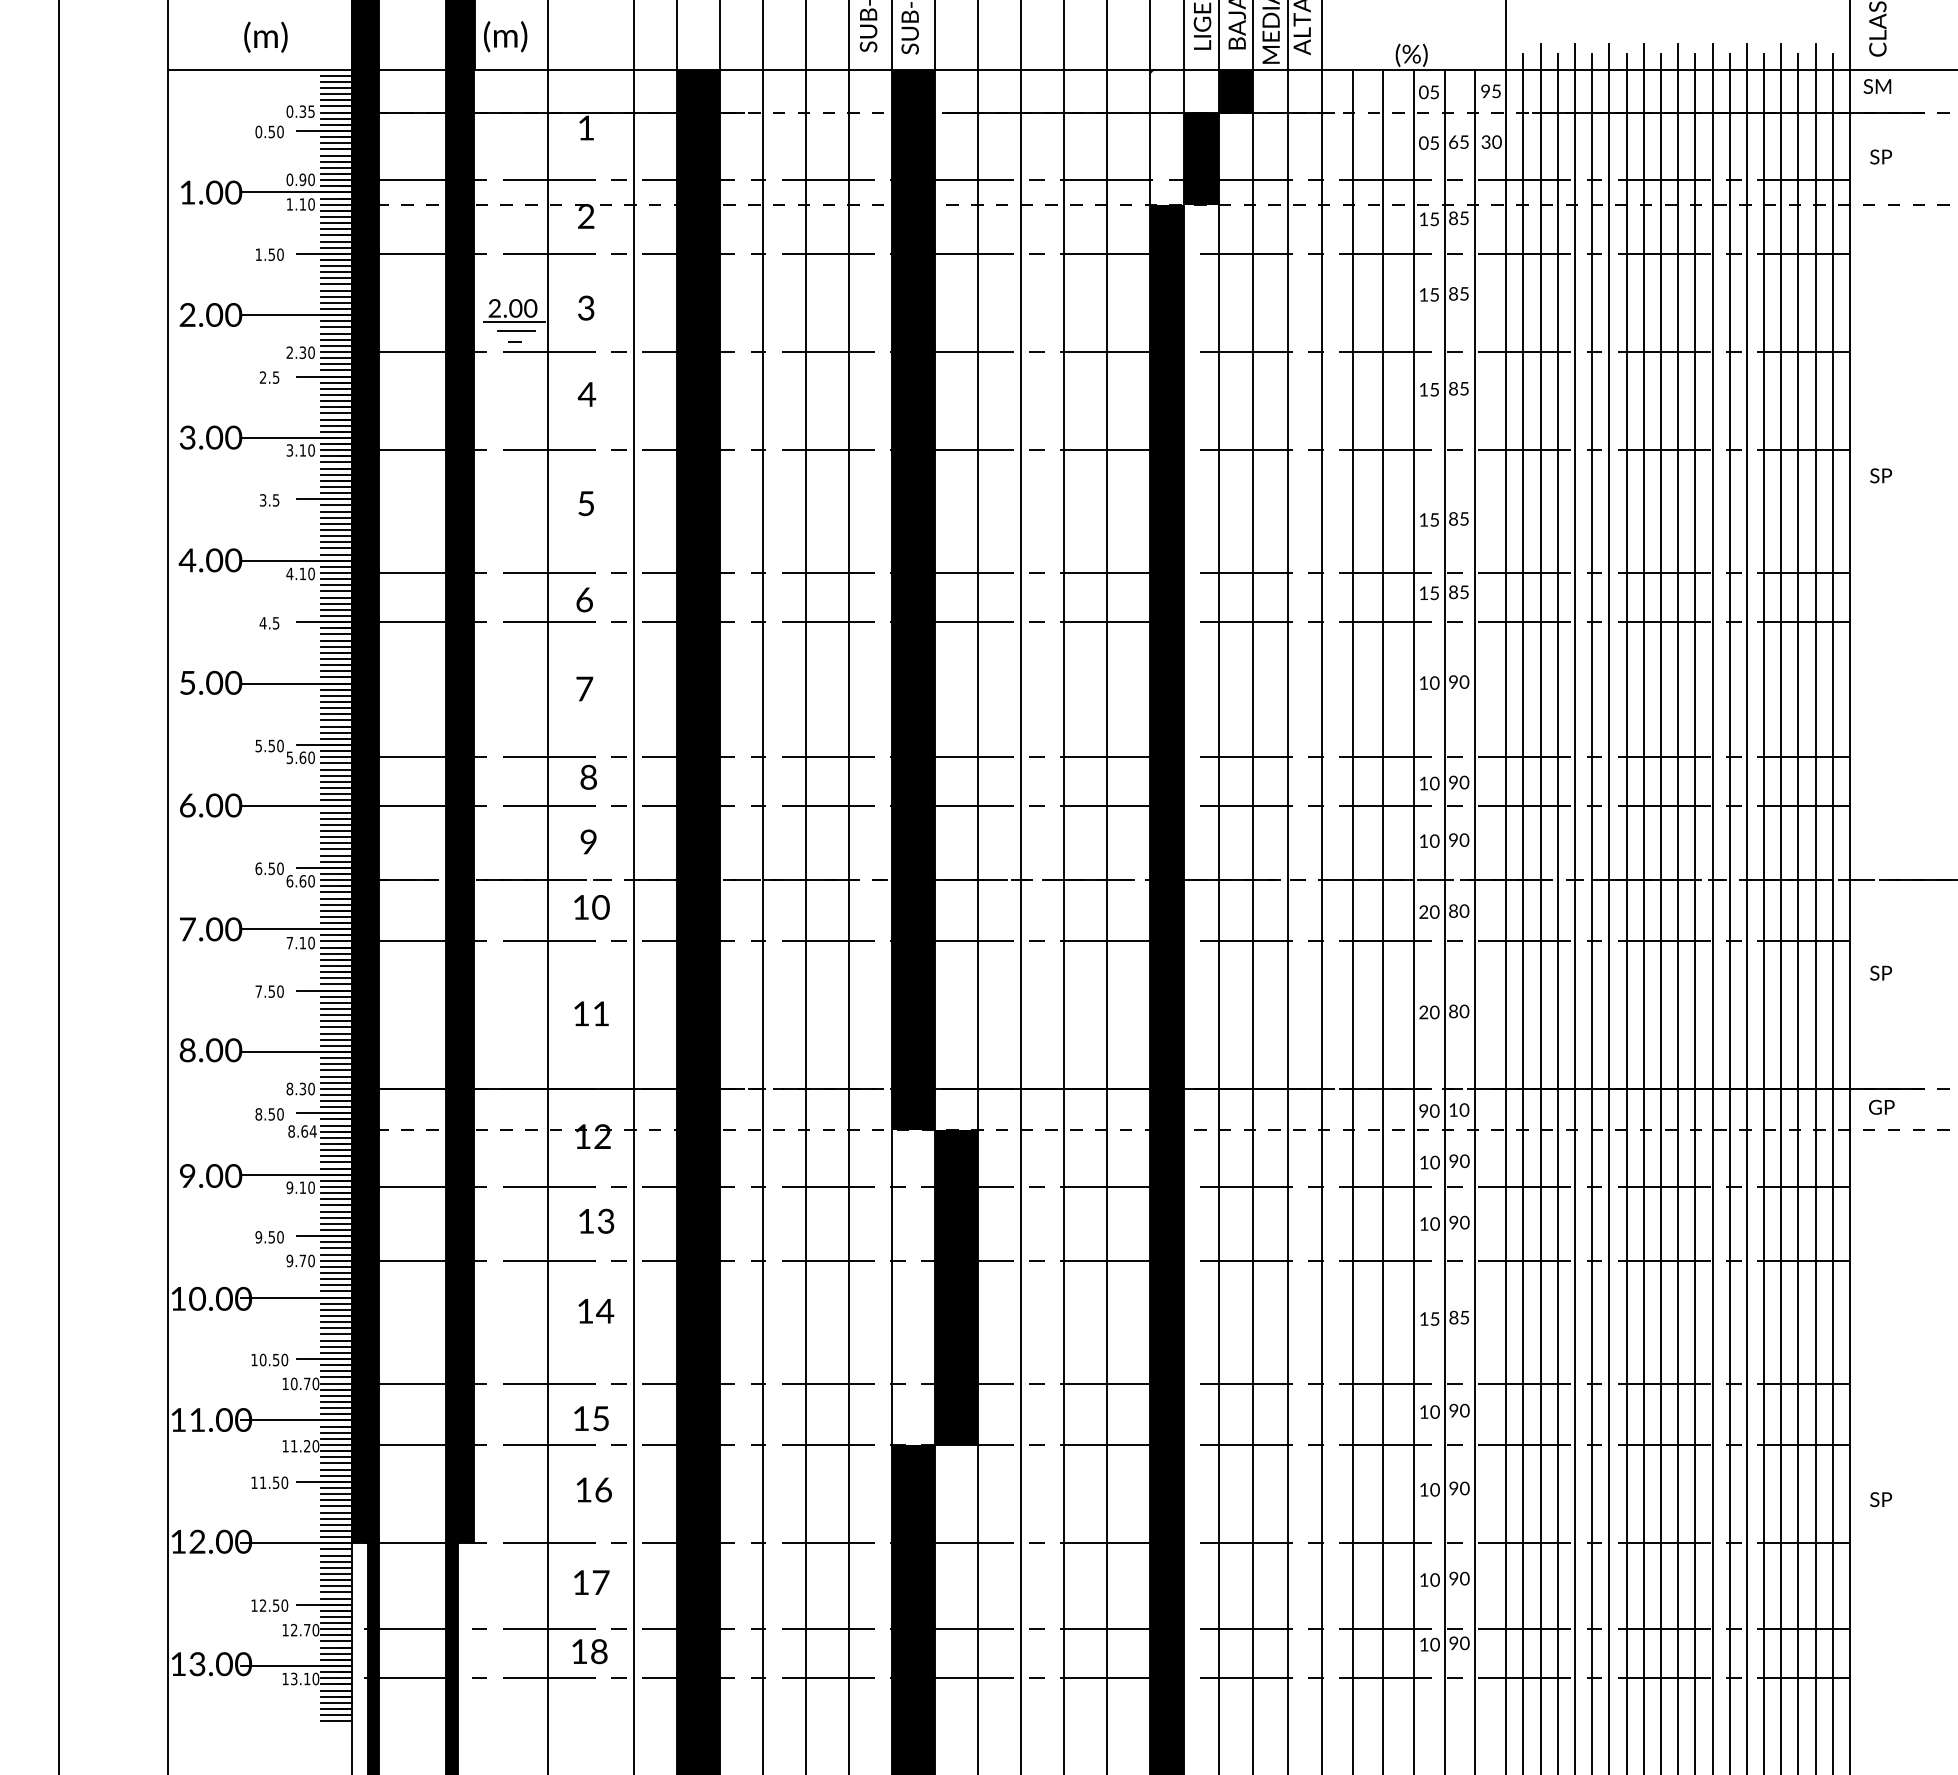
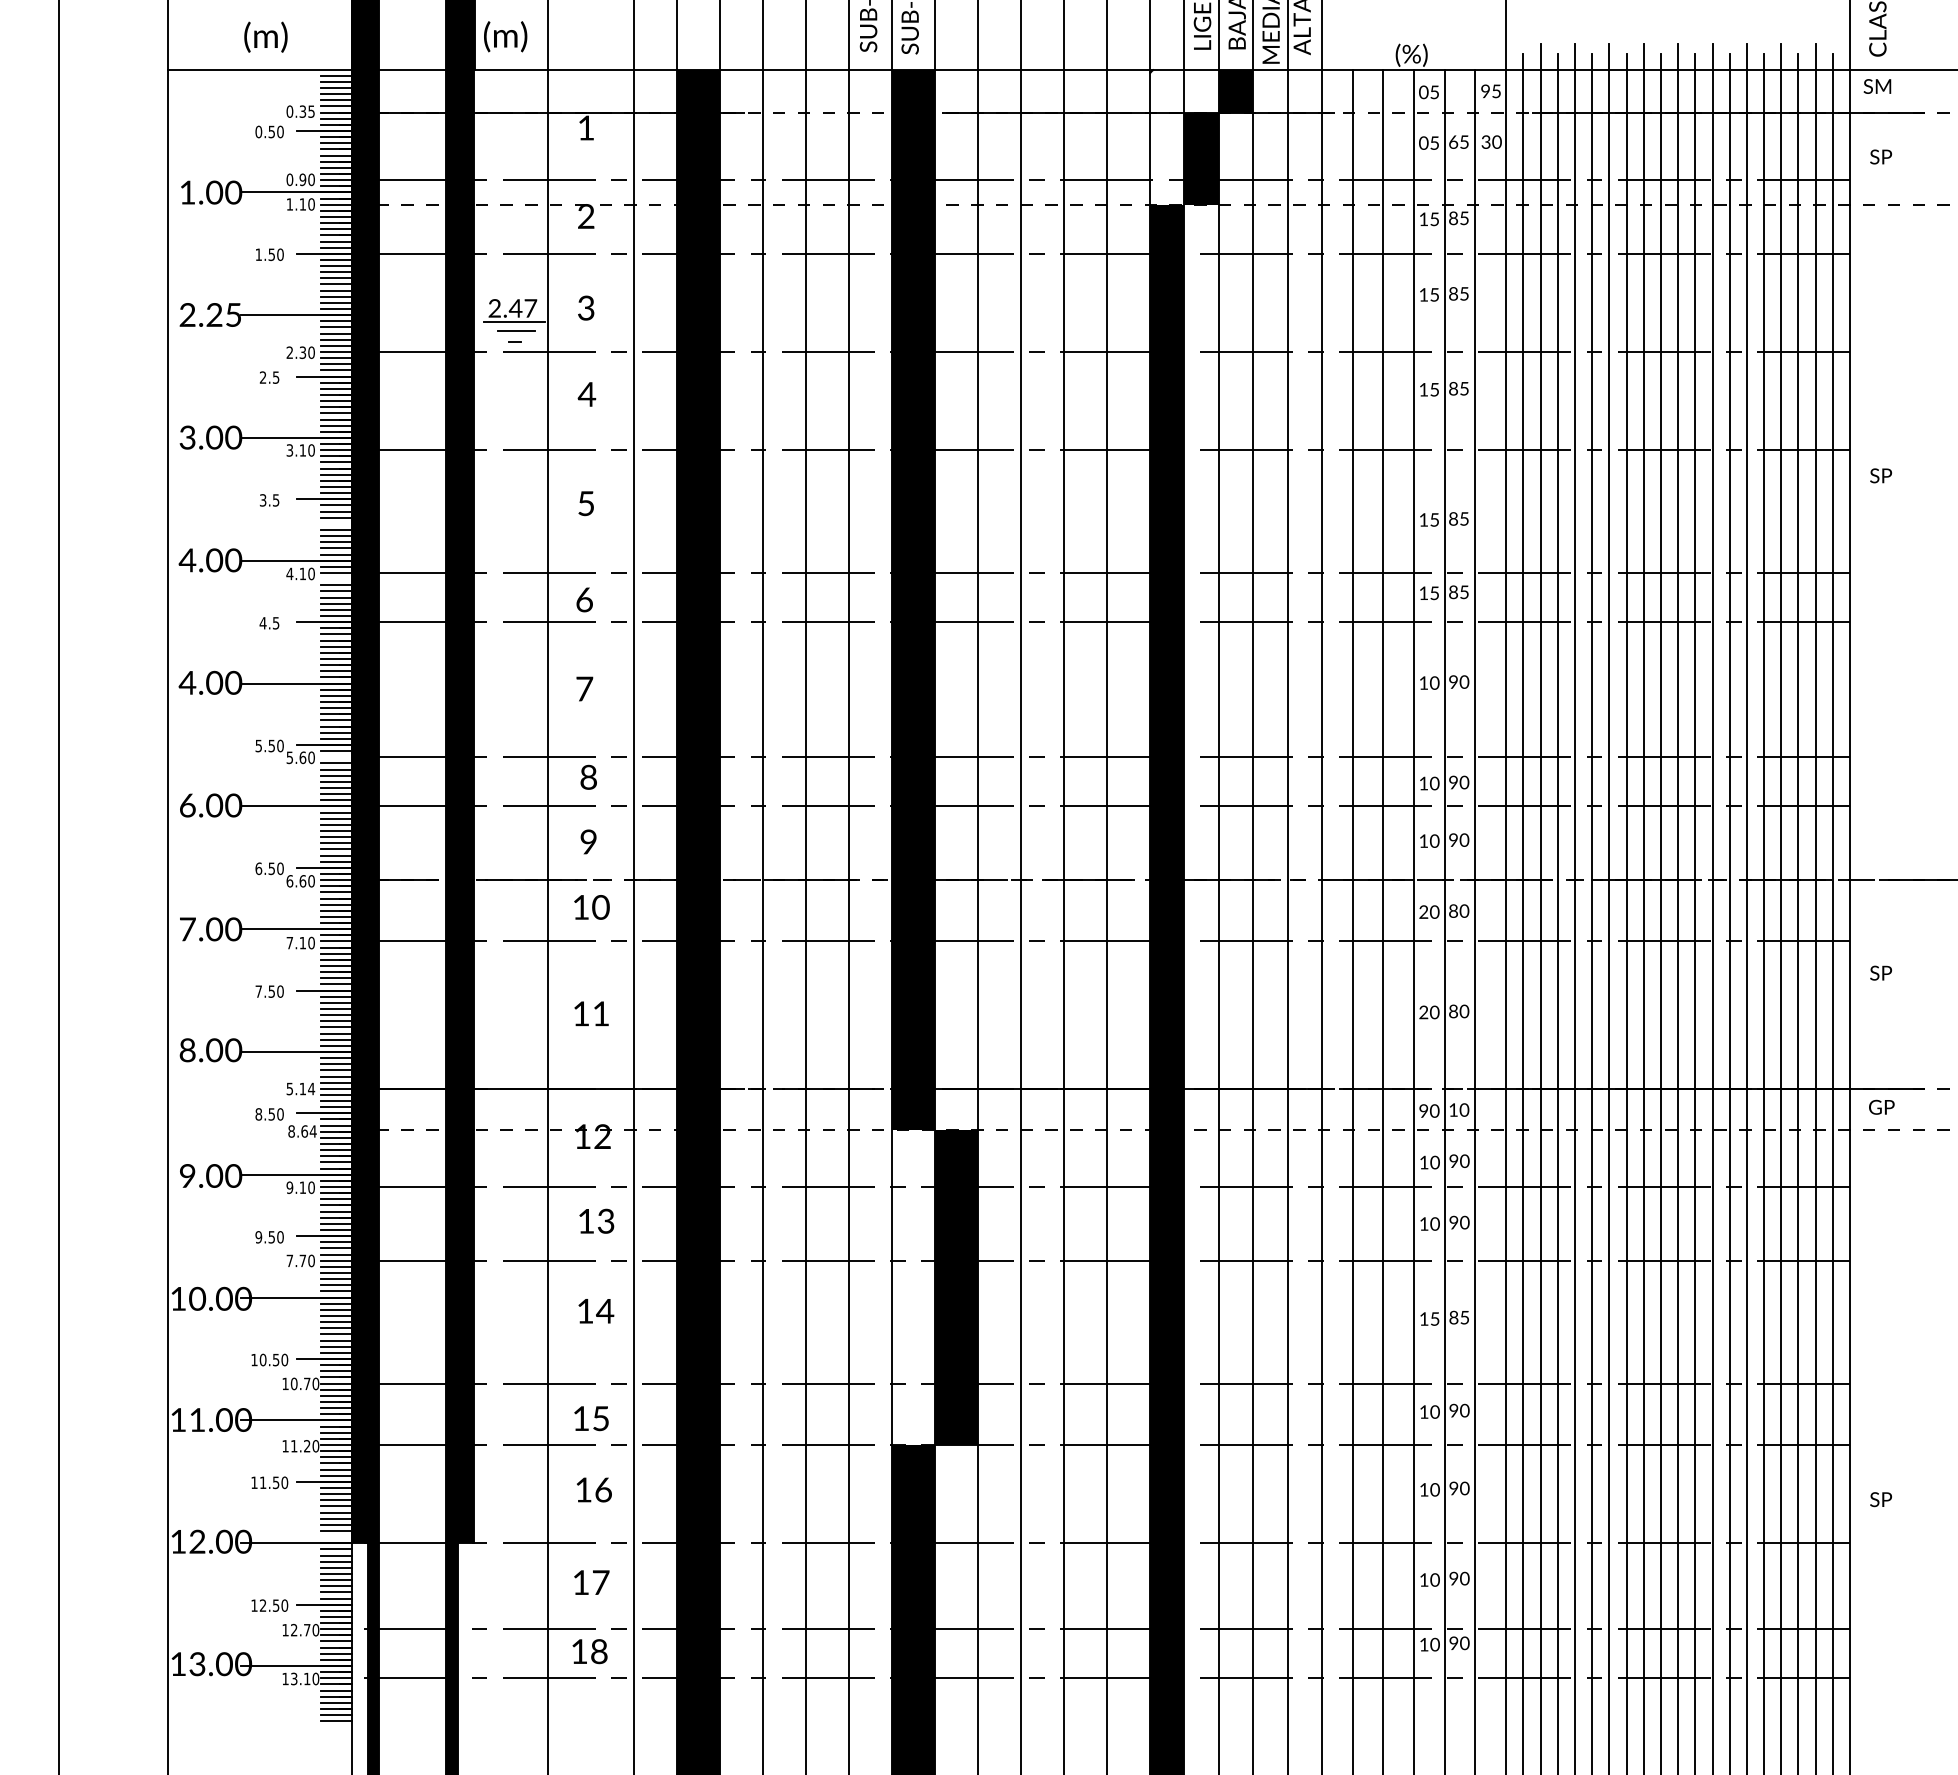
text at (522, 308): 2.00 -> 2.47
text at (224, 314): 2.00 -> 2.25
line at (336, 523): present -> none
line at (336, 579): present -> none
text at (187, 682): 5.00 -> 4.00
line at (336, 757): present -> none
text at (300, 1088): 8.30 -> 5.14
text at (289, 1260): 9.70 -> 7.70
line at (336, 1537): present -> none
